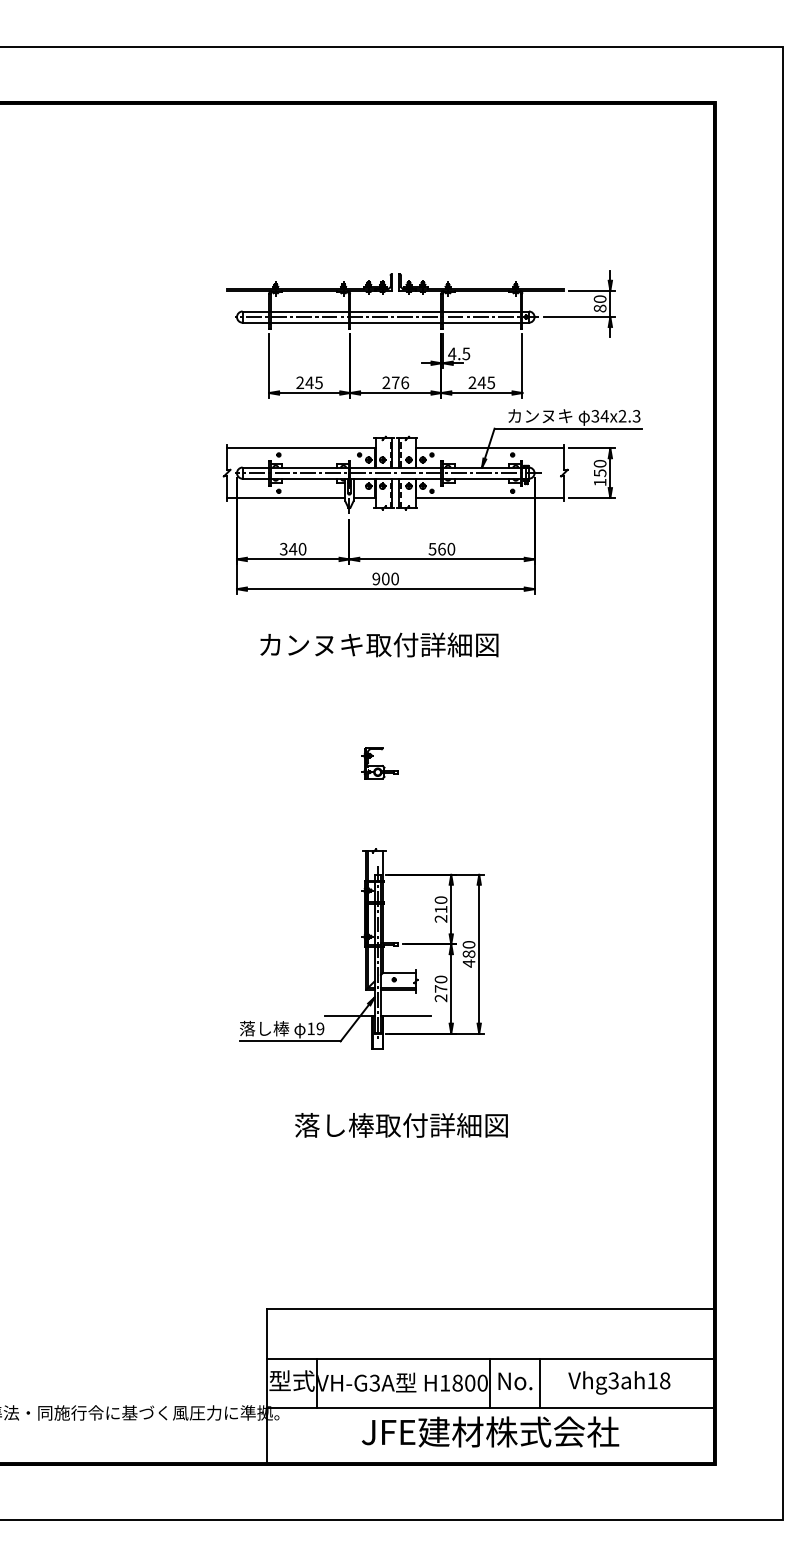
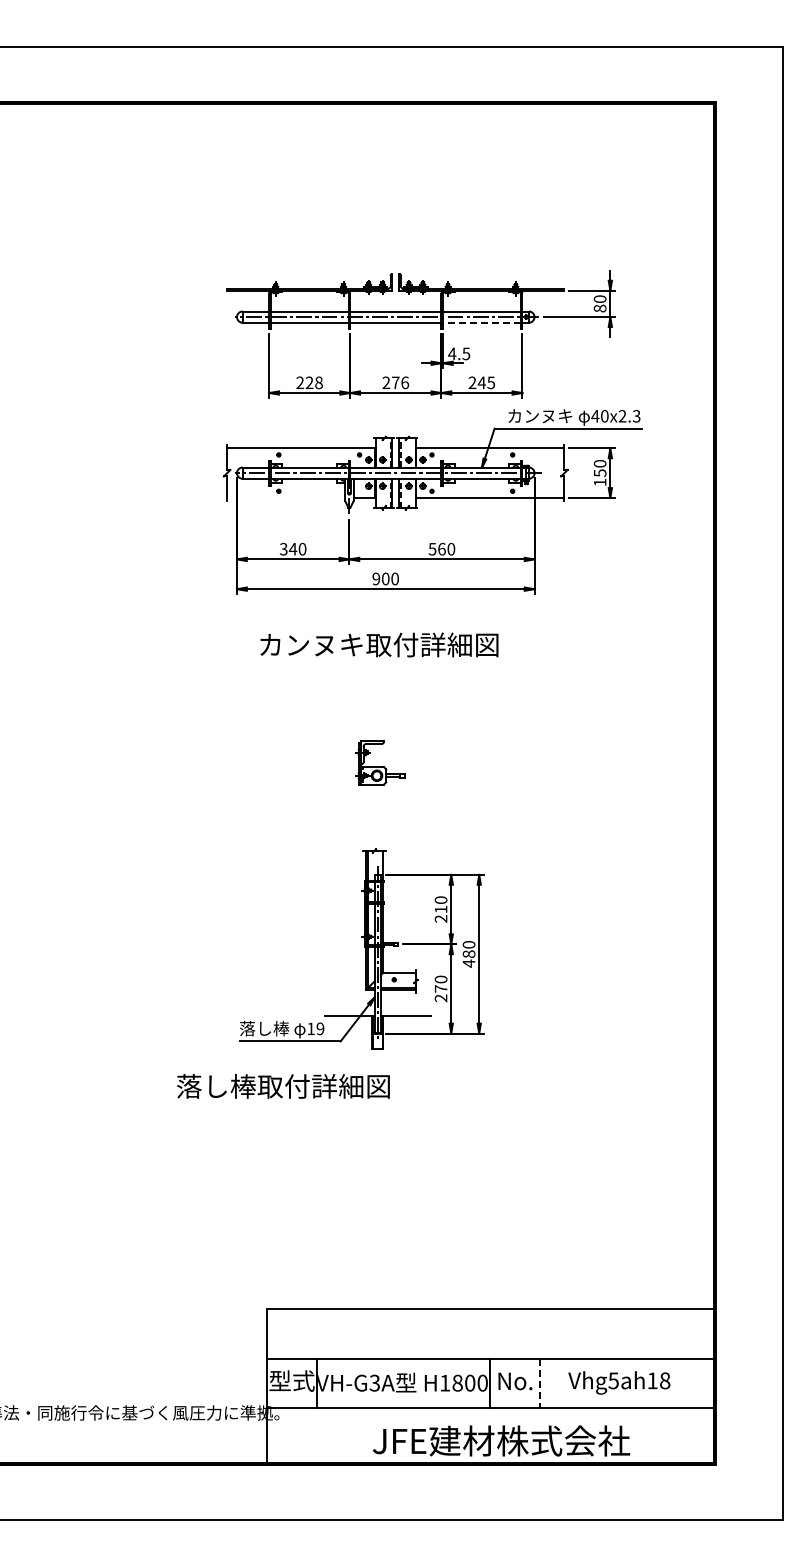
line at (481, 322): solid -> dashed
text at (313, 382): 245 -> 228
text at (599, 416): 34x2.3 -> 40x2.3
line at (286, 497): present -> none
part at (379, 763) size: 38x33 px -> 51x46 px
text at (401, 1125) position: (401, 1125) -> (283, 1086)
text at (613, 1380): Vhg3ah18 -> Vhg5ah18
line at (539, 1383): solid -> dashed
text at (490, 1431) position: (490, 1431) -> (501, 1440)
